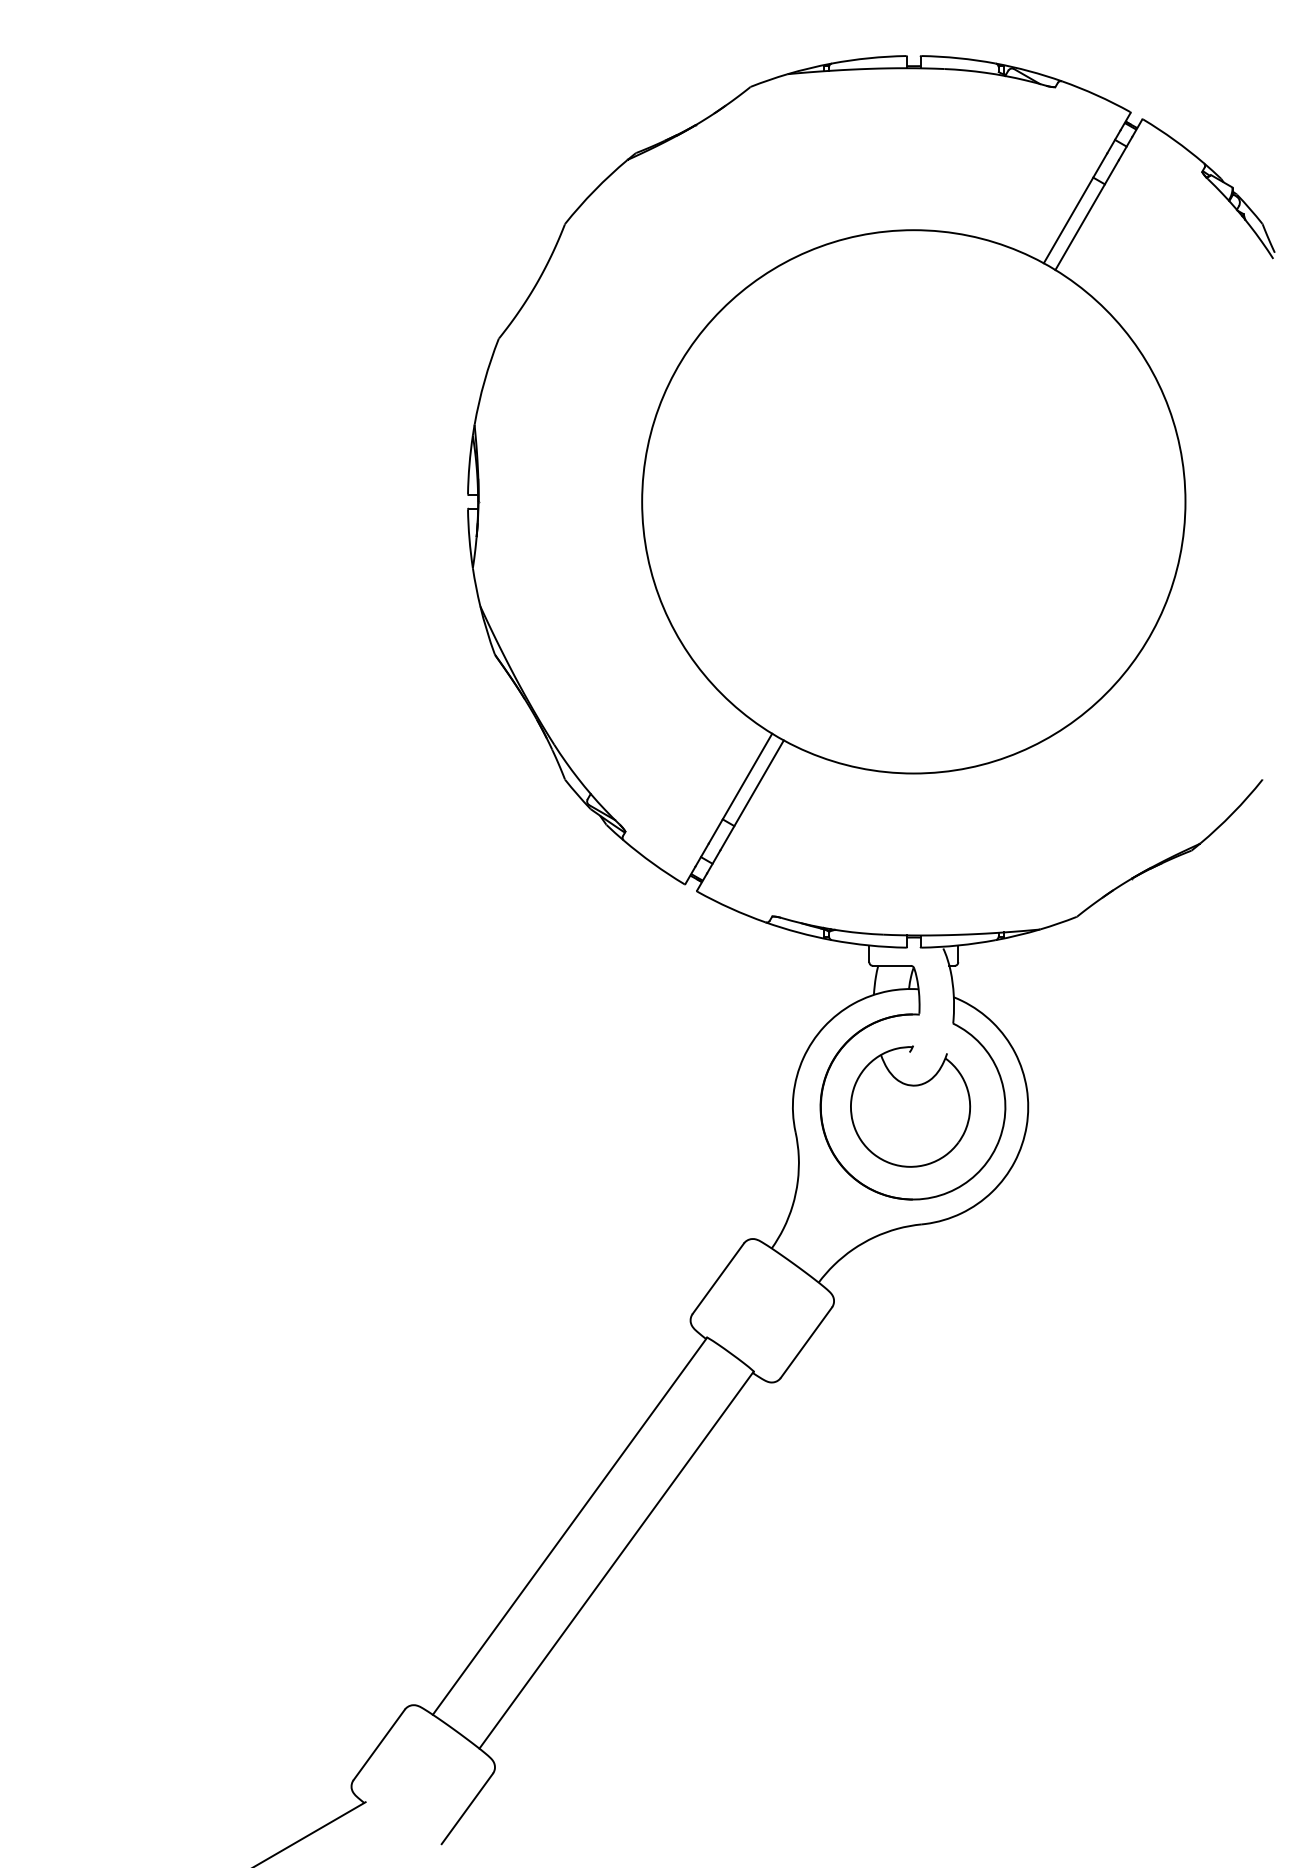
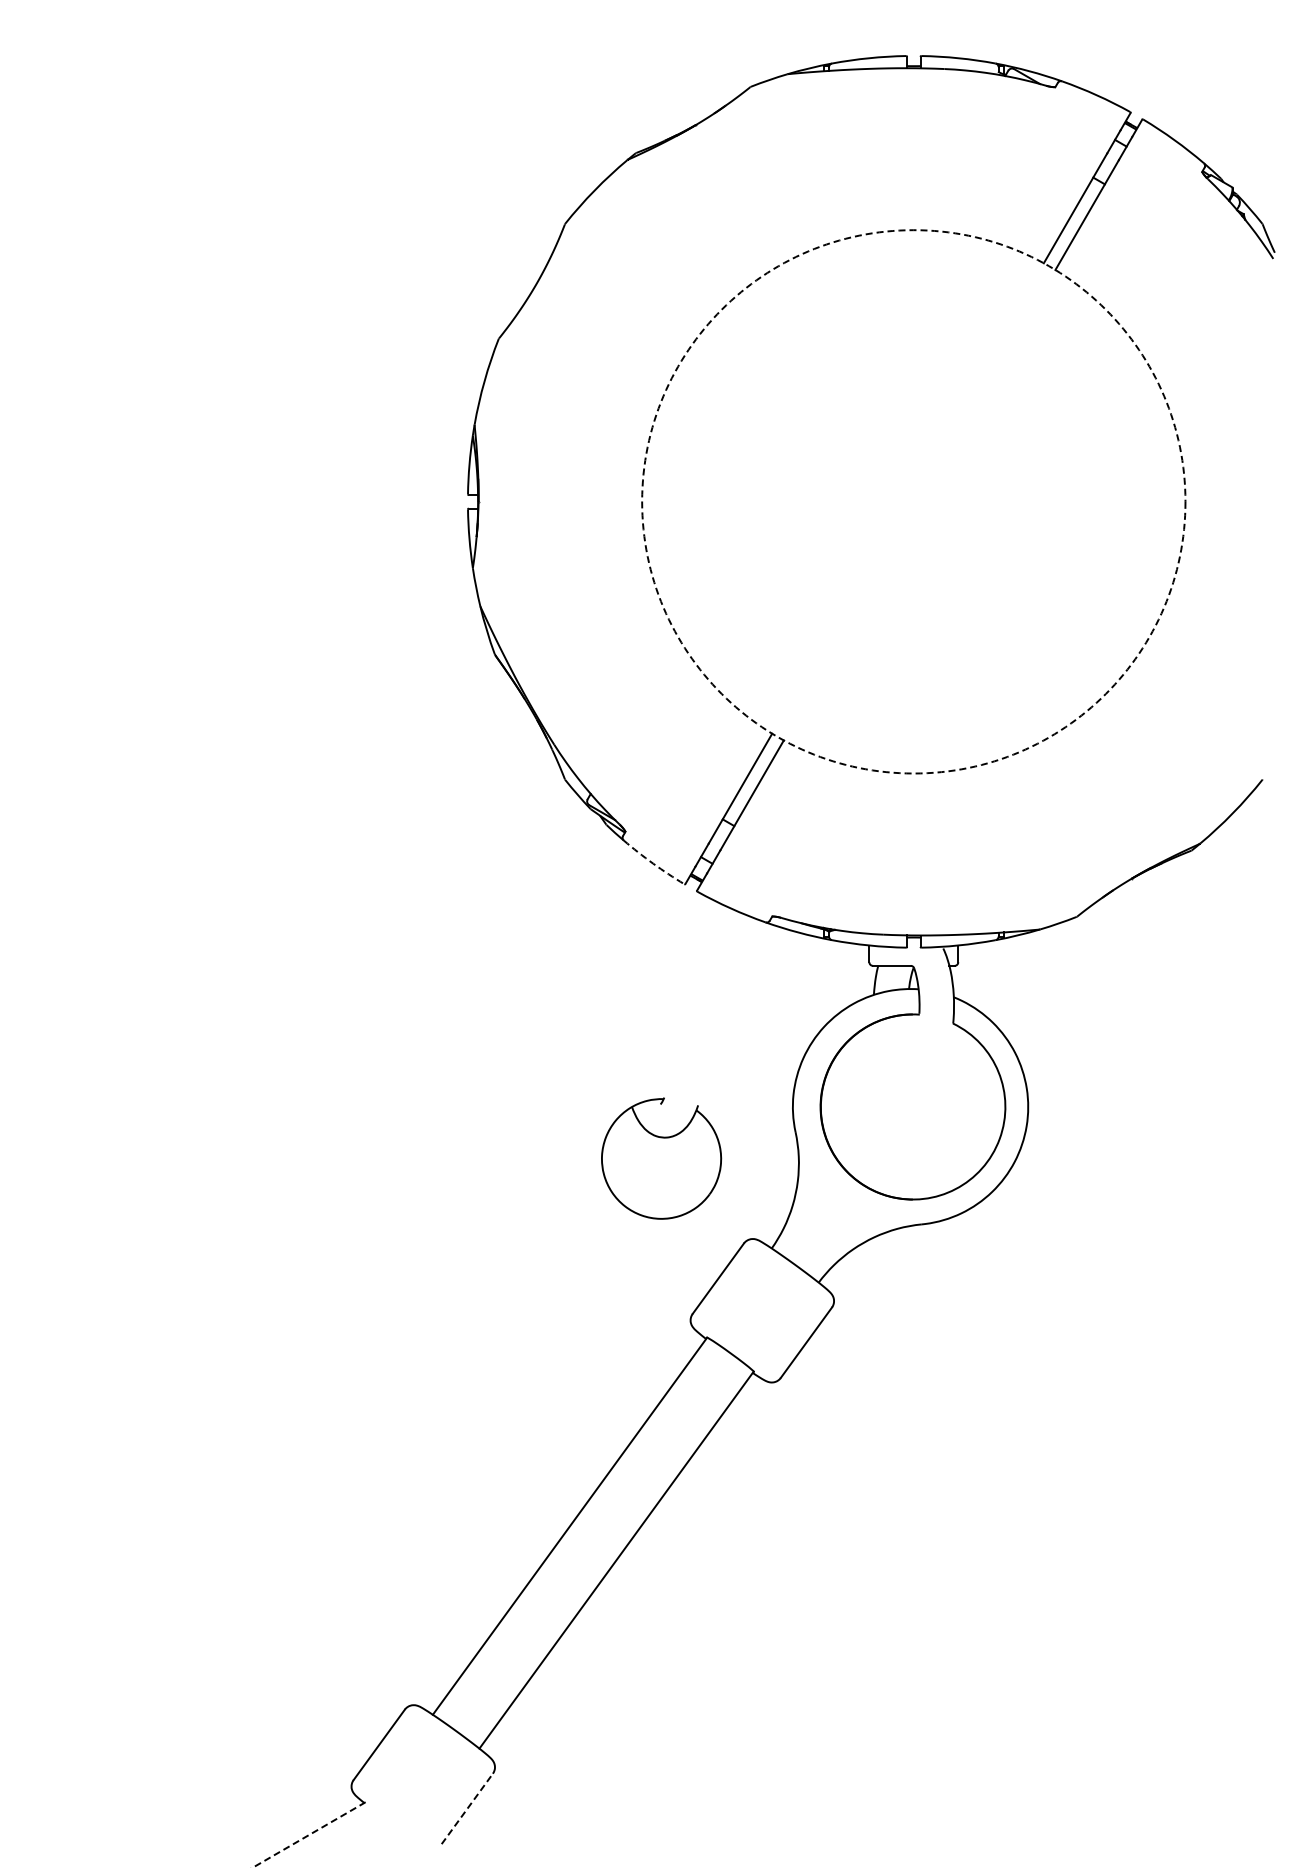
circle at (913, 501): solid -> dashed
arc at (653, 863): solid -> dashed
part at (910, 1106) position: (910, 1106) -> (661, 1158)
line at (467, 1808): solid -> dashed
line at (308, 1835): solid -> dashed
